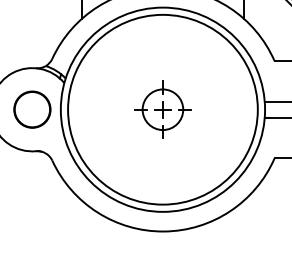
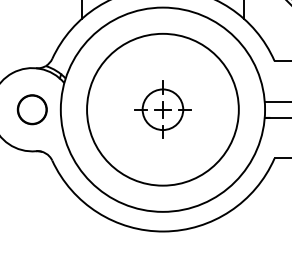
circle at (32, 109) size: 39x39 px -> 32x32 px
circle at (162, 109) diameter: 190 px -> 152 px
